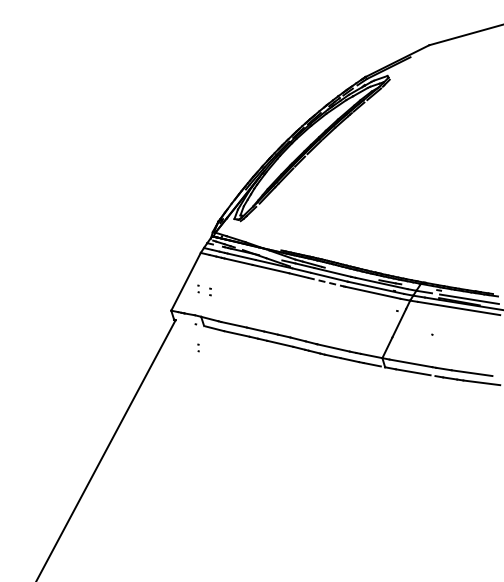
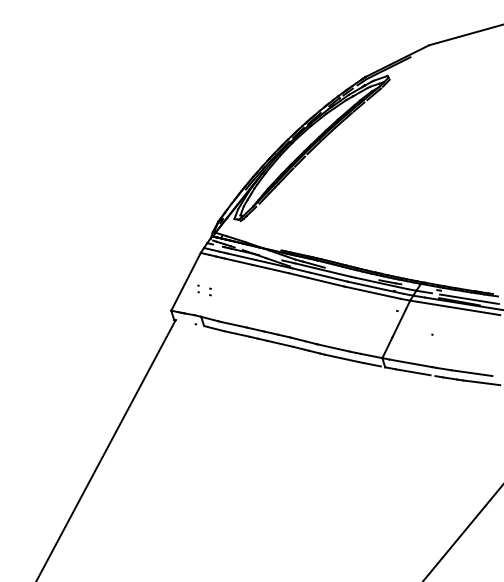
line at (326, 282): dashed -> solid
part at (198, 347): present -> none
line at (462, 532): none -> present
